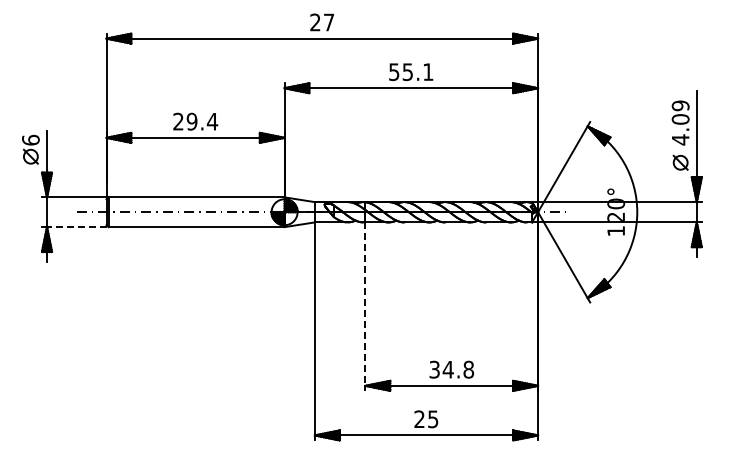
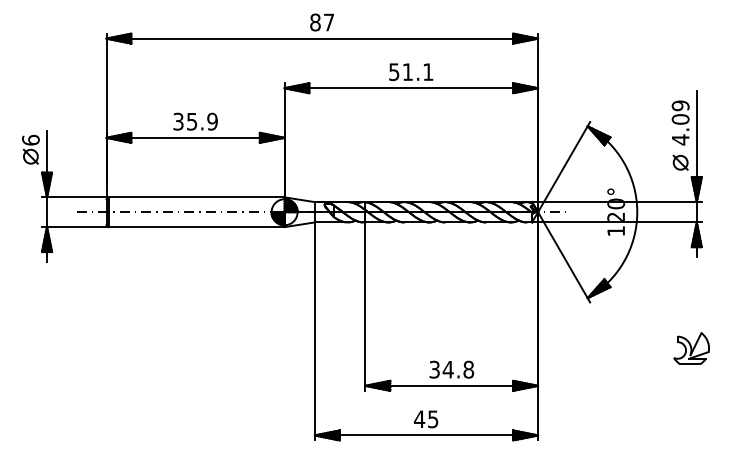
text at (315, 22): 27 -> 87
text at (407, 72): 55.1 -> 51.1
text at (195, 121): 29.4 -> 35.9
line at (76, 227): dashed -> solid
line at (365, 307): dashed -> solid
part at (691, 348): none -> present
text at (419, 418): 25 -> 45
